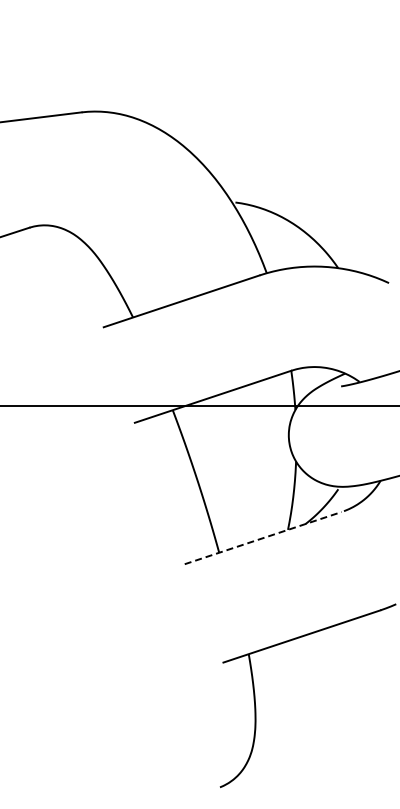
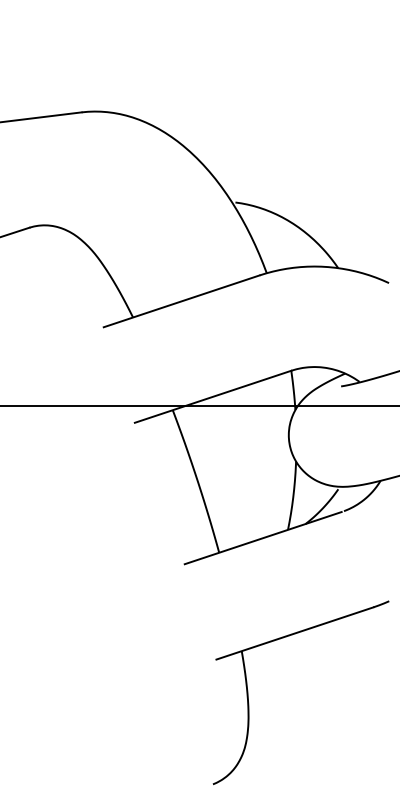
line at (263, 538): dashed -> solid
part at (255, 695) position: (255, 695) -> (248, 692)
